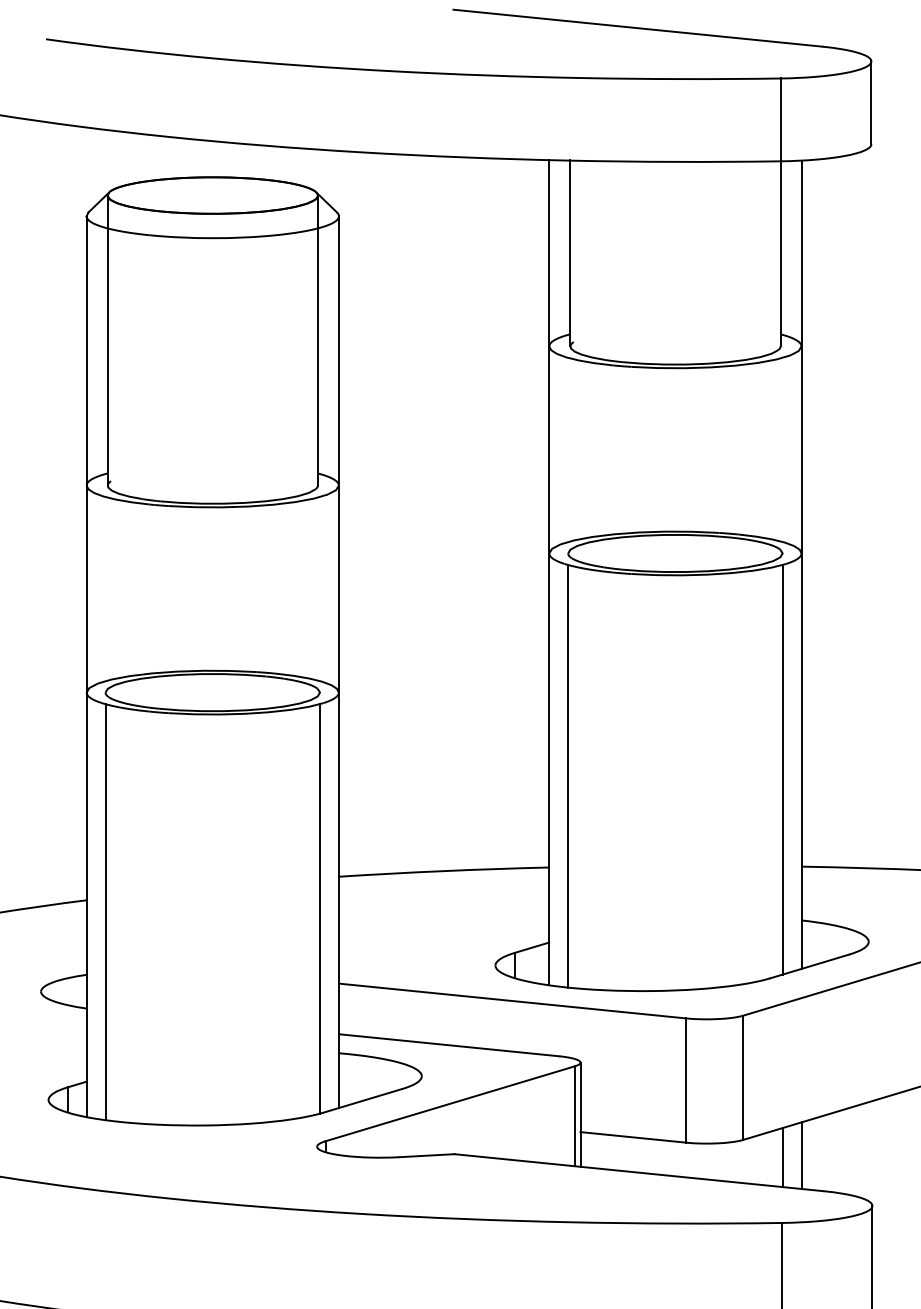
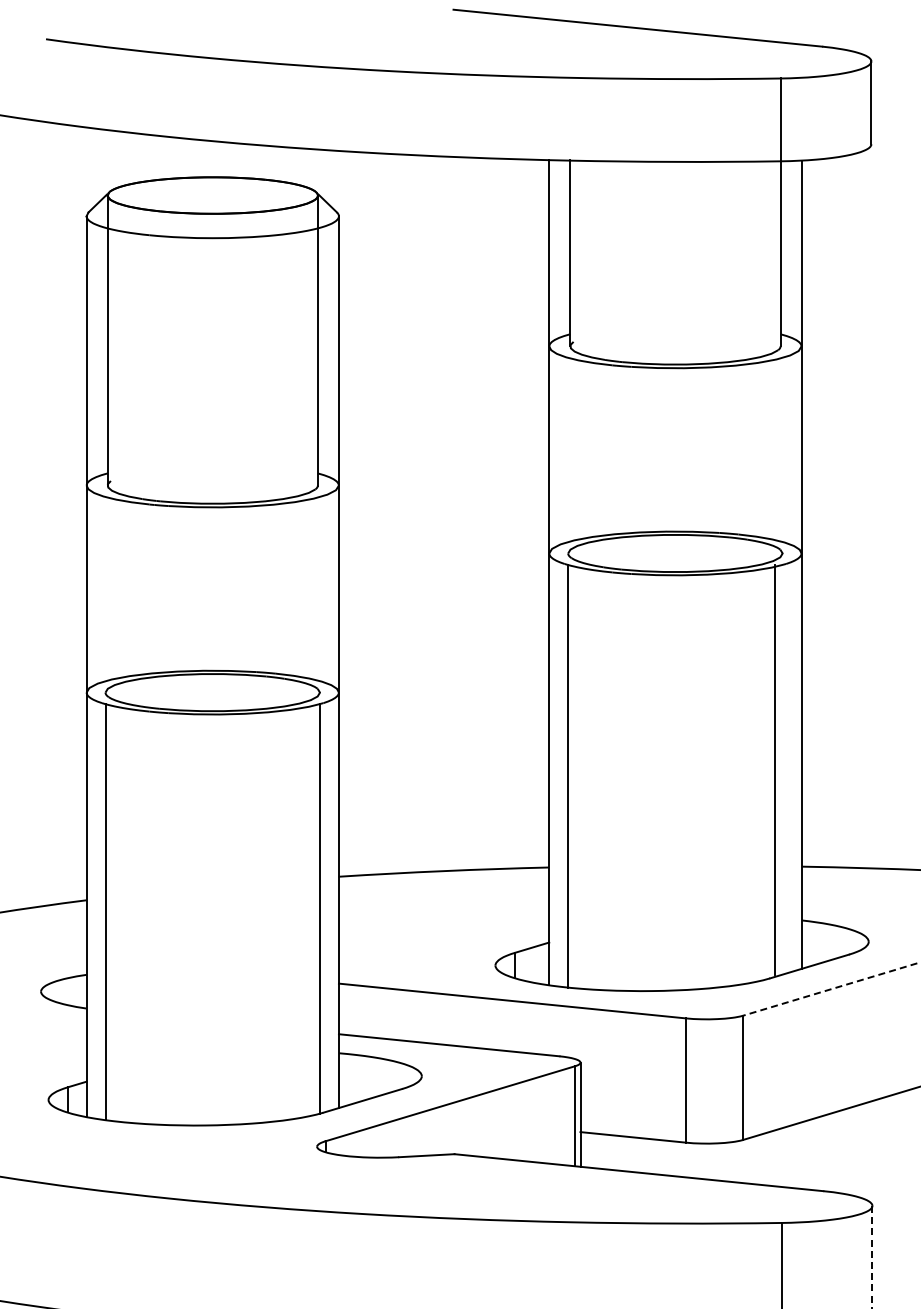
line at (782, 769) position: (782, 769) -> (774, 769)
line at (831, 989): solid -> dashed
line at (801, 1155): present -> none
line at (782, 1157): present -> none
line at (872, 1257): solid -> dashed
